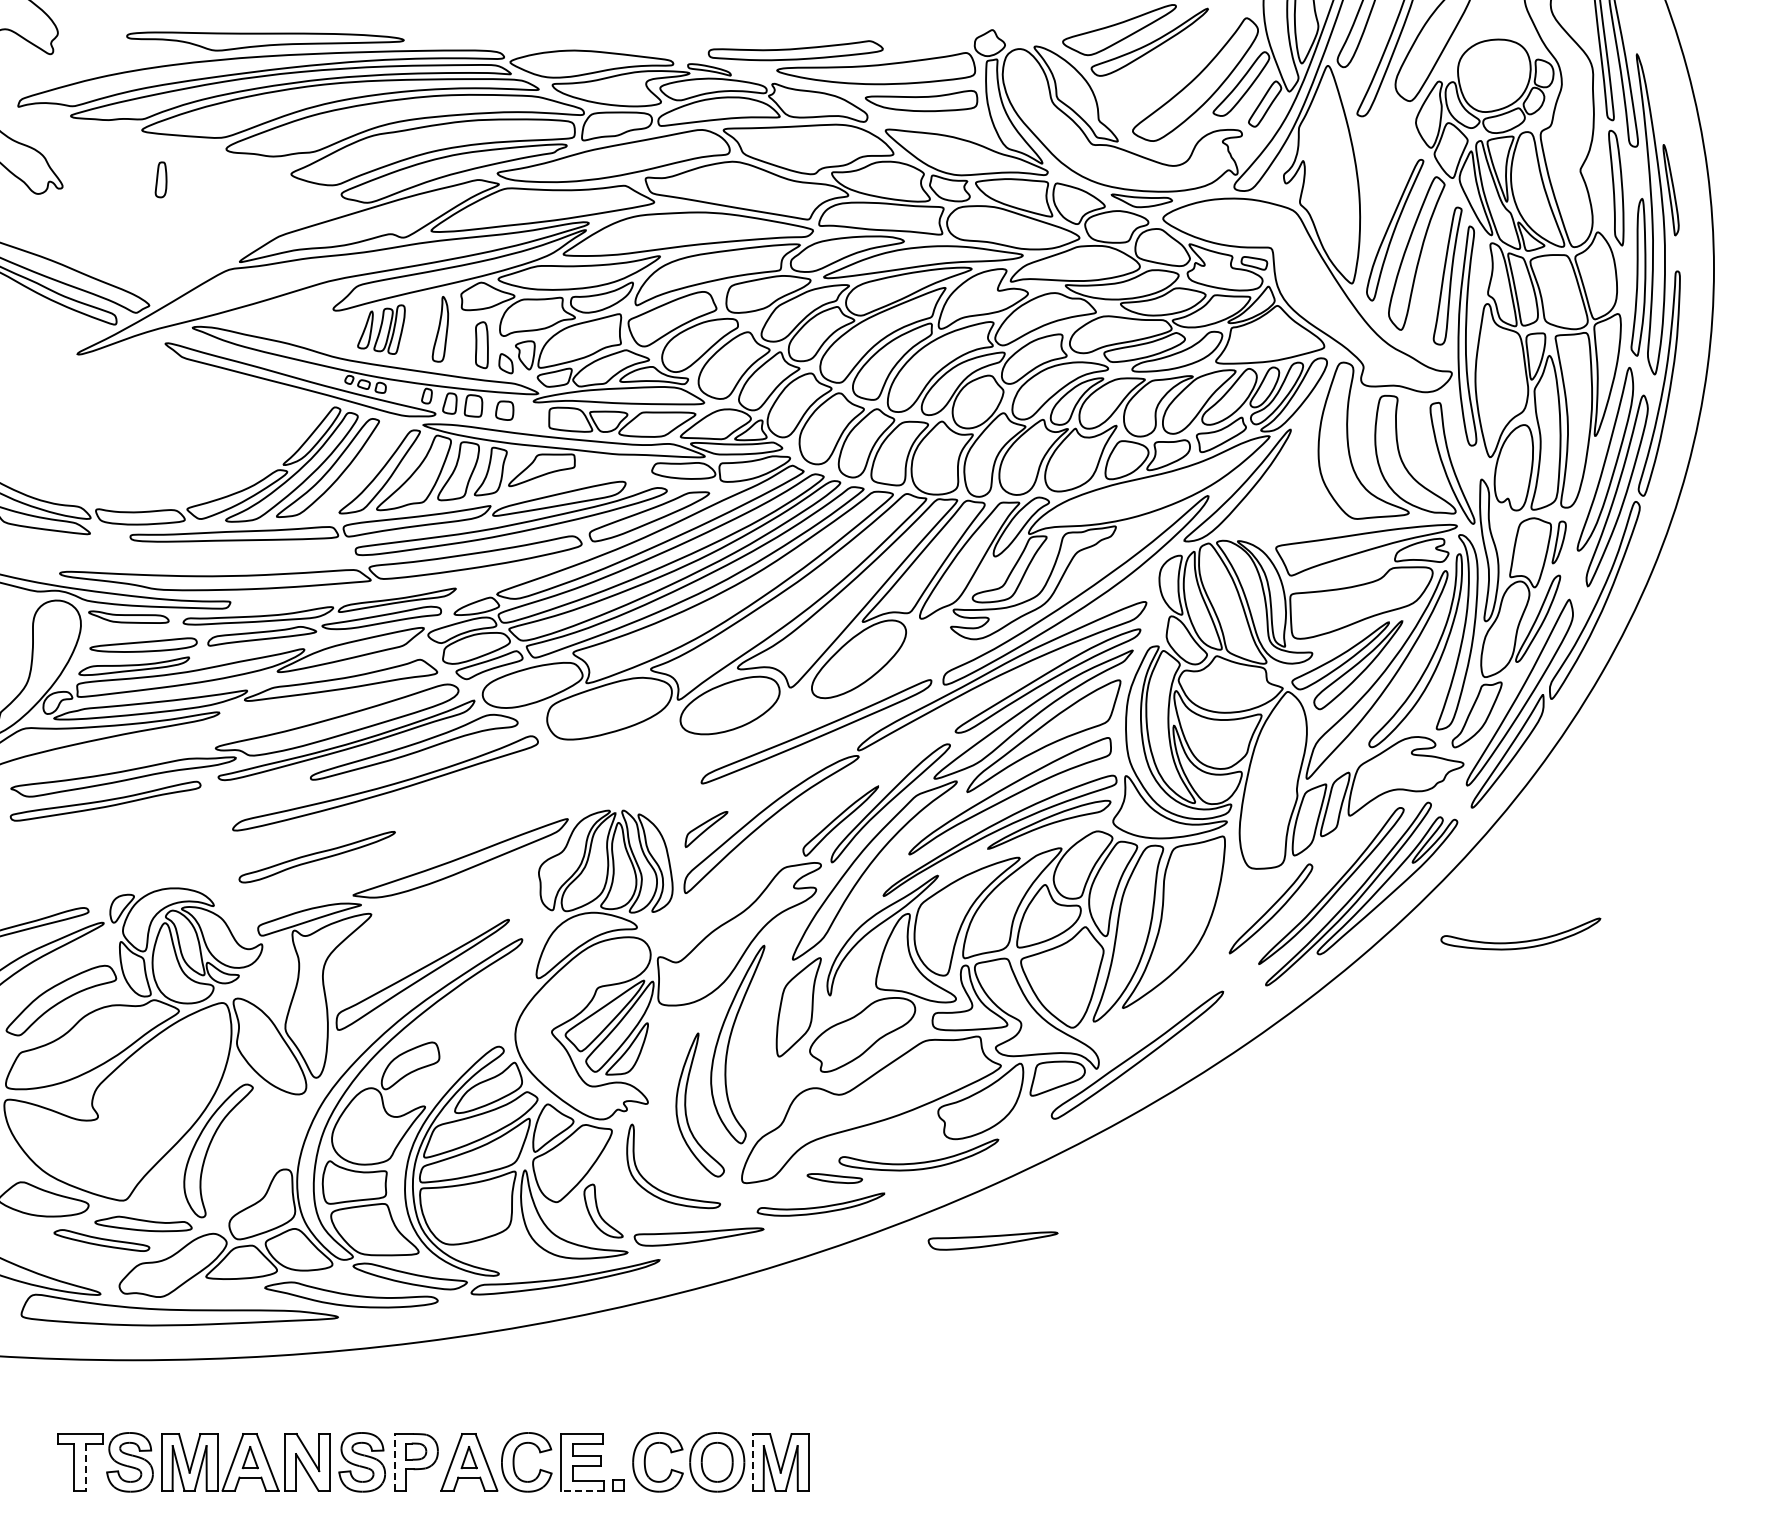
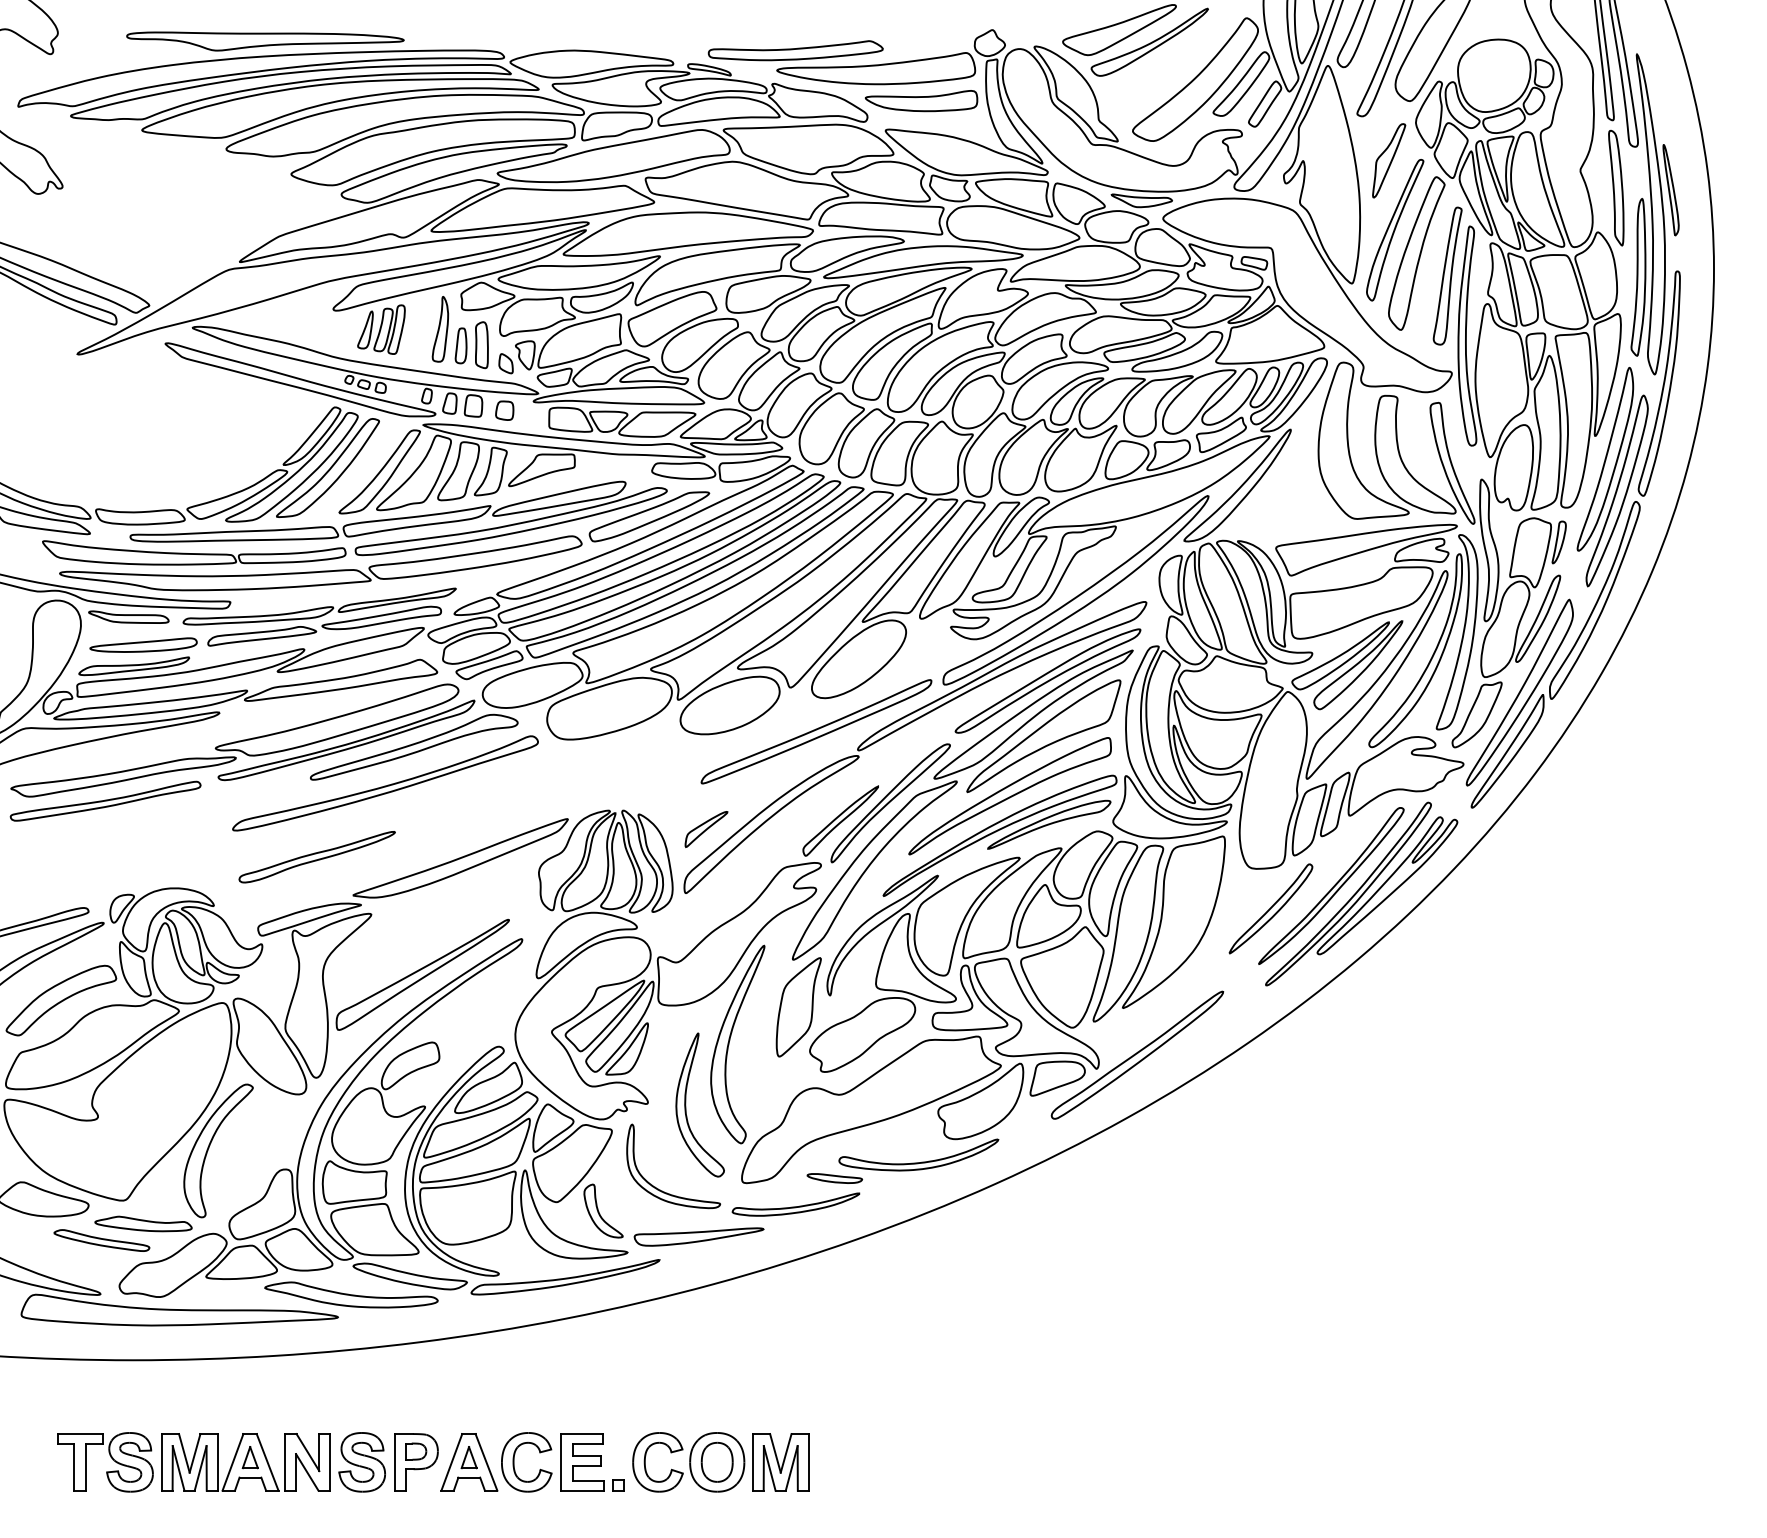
part at (1389, 160): none -> present
part at (160, 179) position: (160, 179) -> (460, 345)
part at (194, 552): none -> present
part at (1523, 940): present -> none
part at (820, 1204) position: (820, 1204) -> (795, 1204)
part at (992, 1240): present -> none
line at (394, 1461): dashed -> solid
line at (752, 1461): dashed -> solid
line at (86, 1467): dashed -> solid
line at (582, 1490): dashed -> solid
